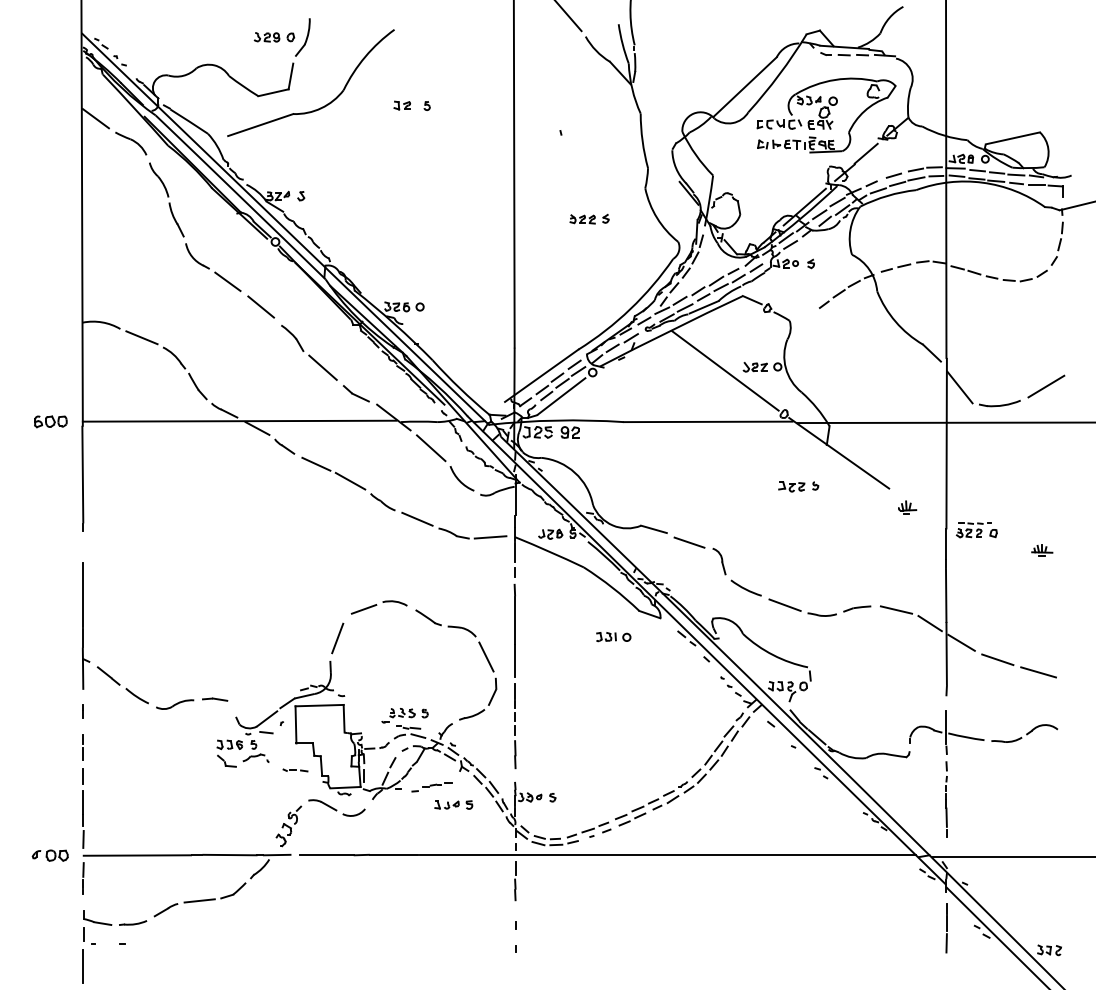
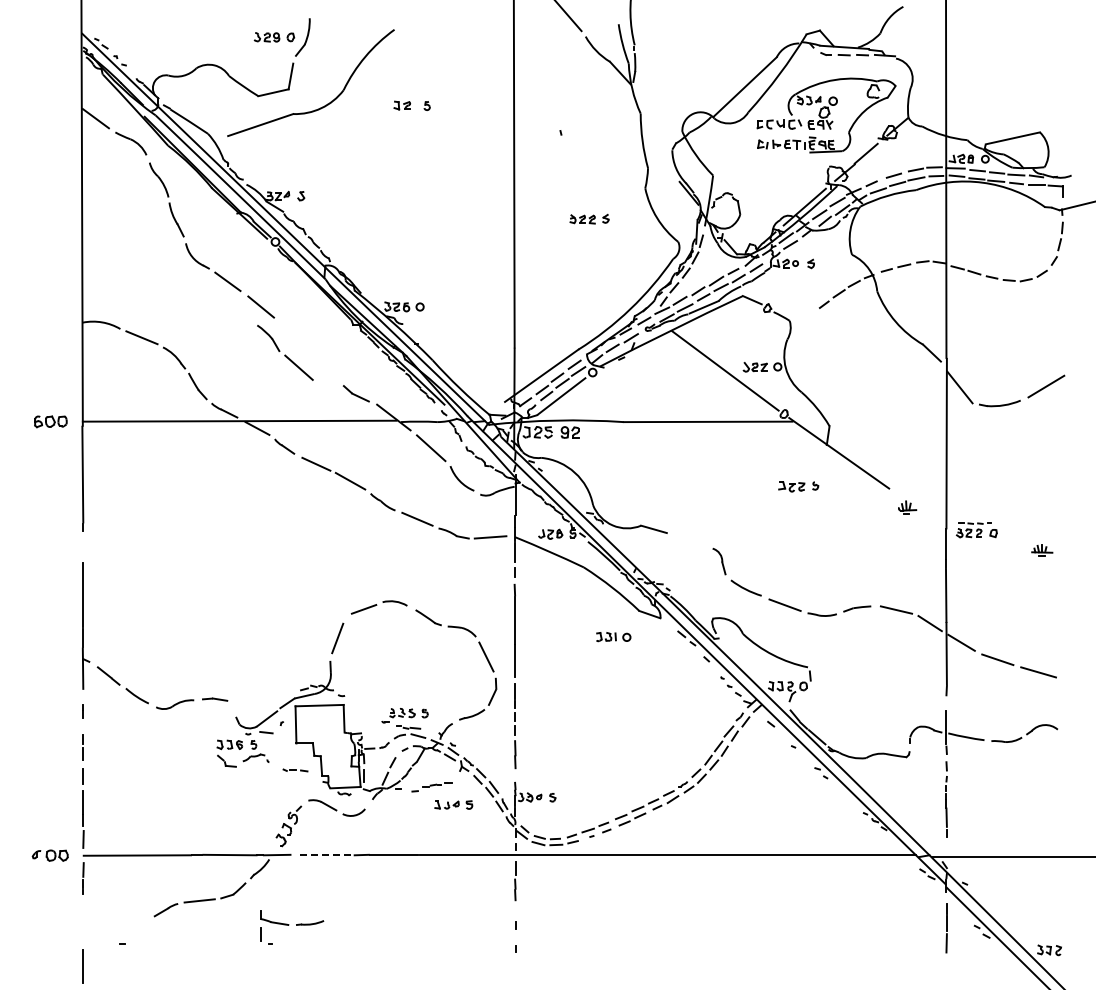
part at (309, 352) position: (309, 352) -> (285, 352)
line at (944, 422): present -> none
line at (689, 542): present -> none
line at (327, 855): solid -> dashed
part at (115, 927) position: (115, 927) -> (292, 927)
